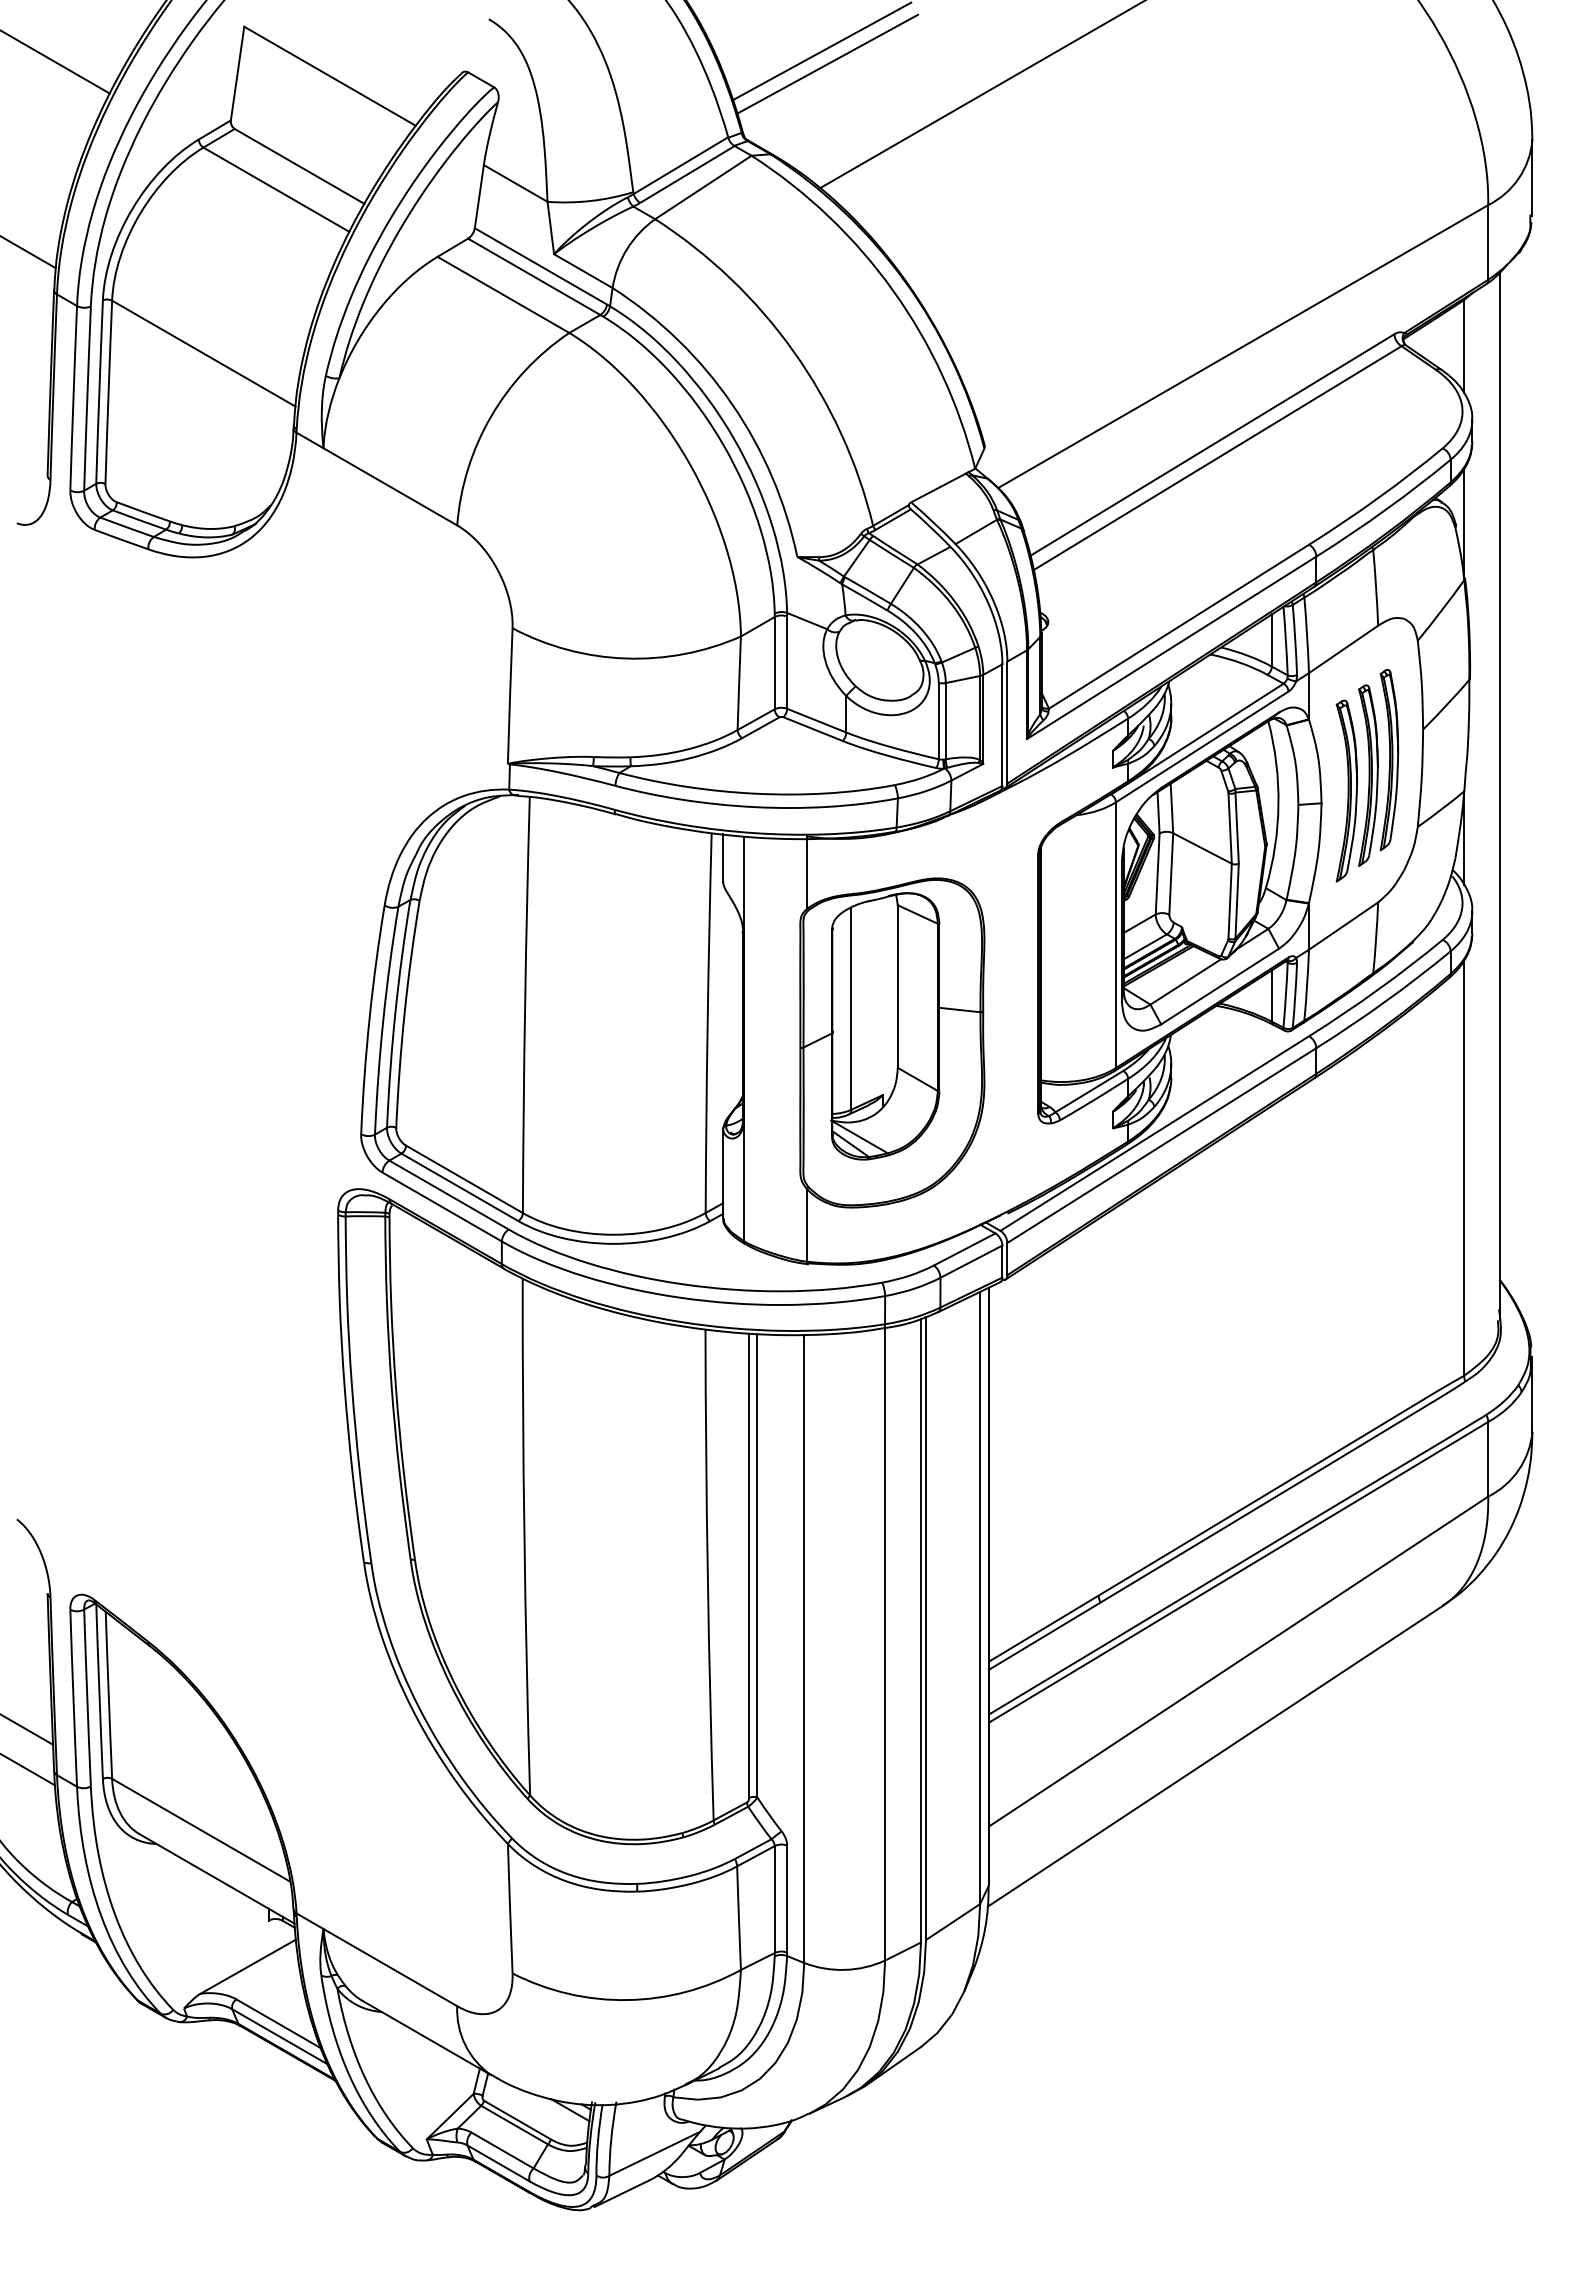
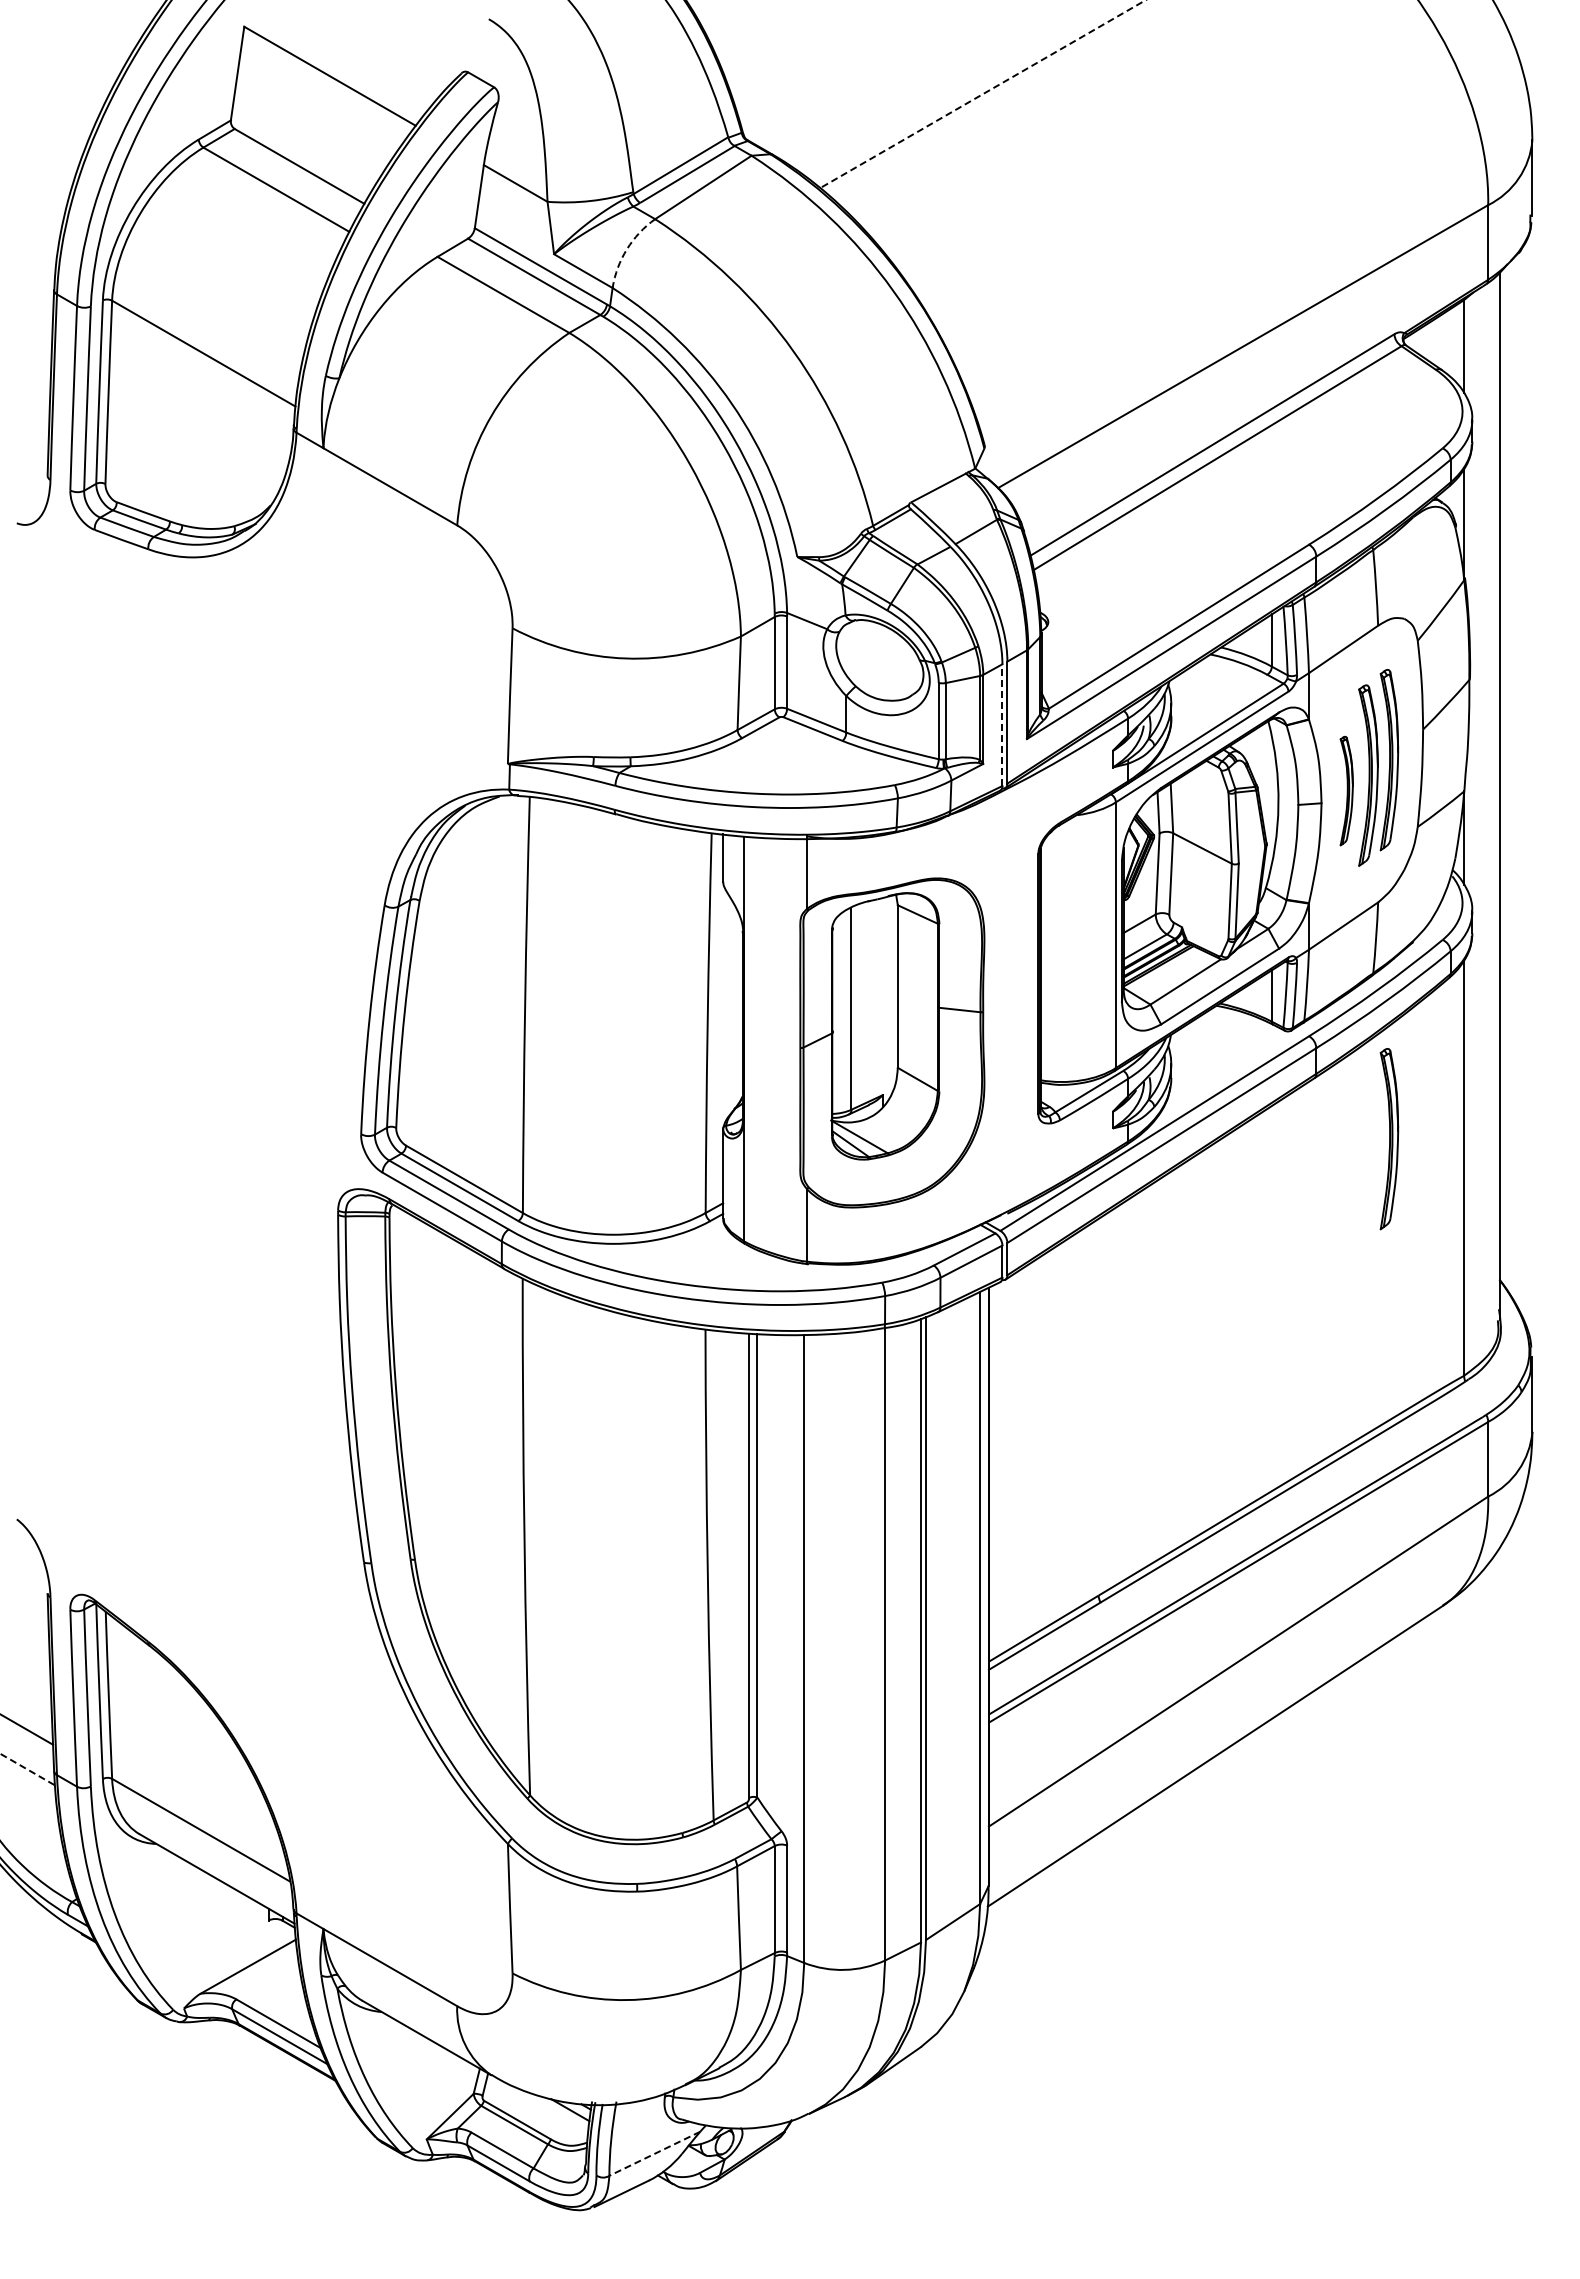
line at (822, 51): present -> none
line at (55, 62): present -> none
line at (827, 63): present -> none
line at (982, 94): solid -> dashed
arc at (626, 249): solid -> dashed
line at (28, 252): present -> none
line at (1002, 725): solid -> dashed
part at (1346, 790) size: 23x184 px -> 15x112 px
part at (1389, 1139): none -> present
line at (28, 1769): solid -> dashed
line at (654, 2154): solid -> dashed
